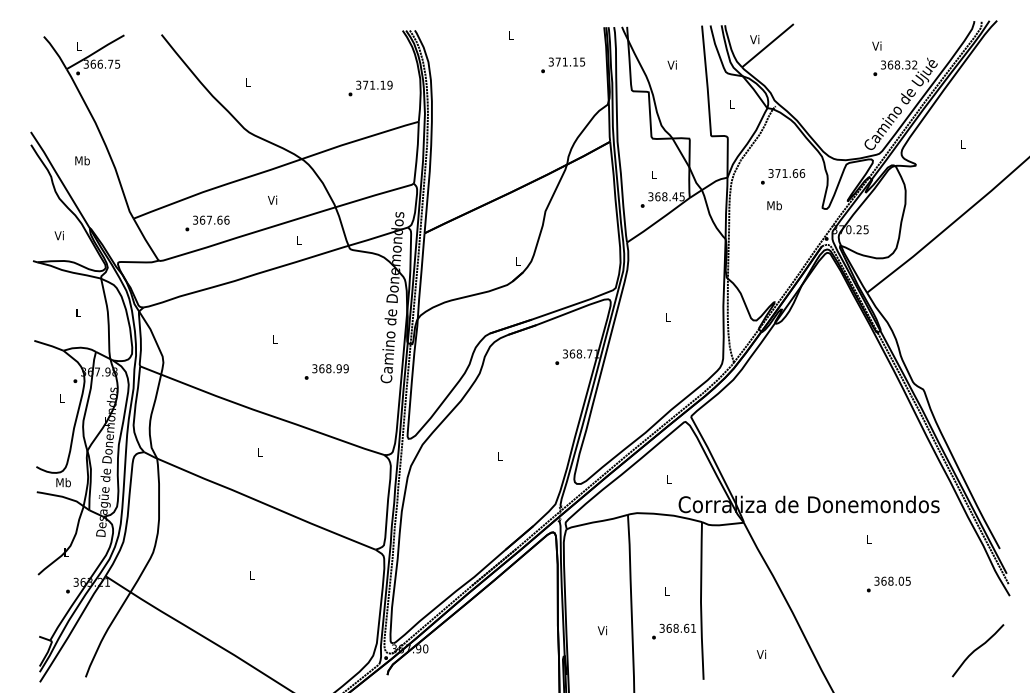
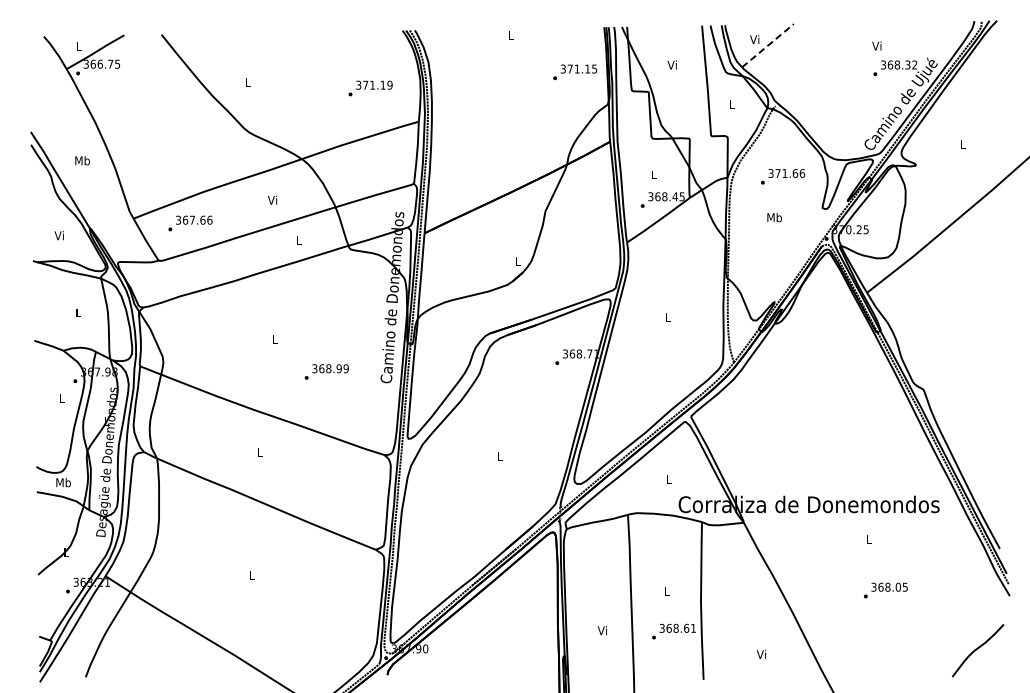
line at (767, 45): solid -> dashed
text at (563, 65) position: (563, 65) -> (575, 72)
text at (774, 205) position: (774, 205) -> (774, 217)
text at (207, 223) position: (207, 223) -> (190, 223)
text at (888, 584) position: (888, 584) -> (885, 590)
